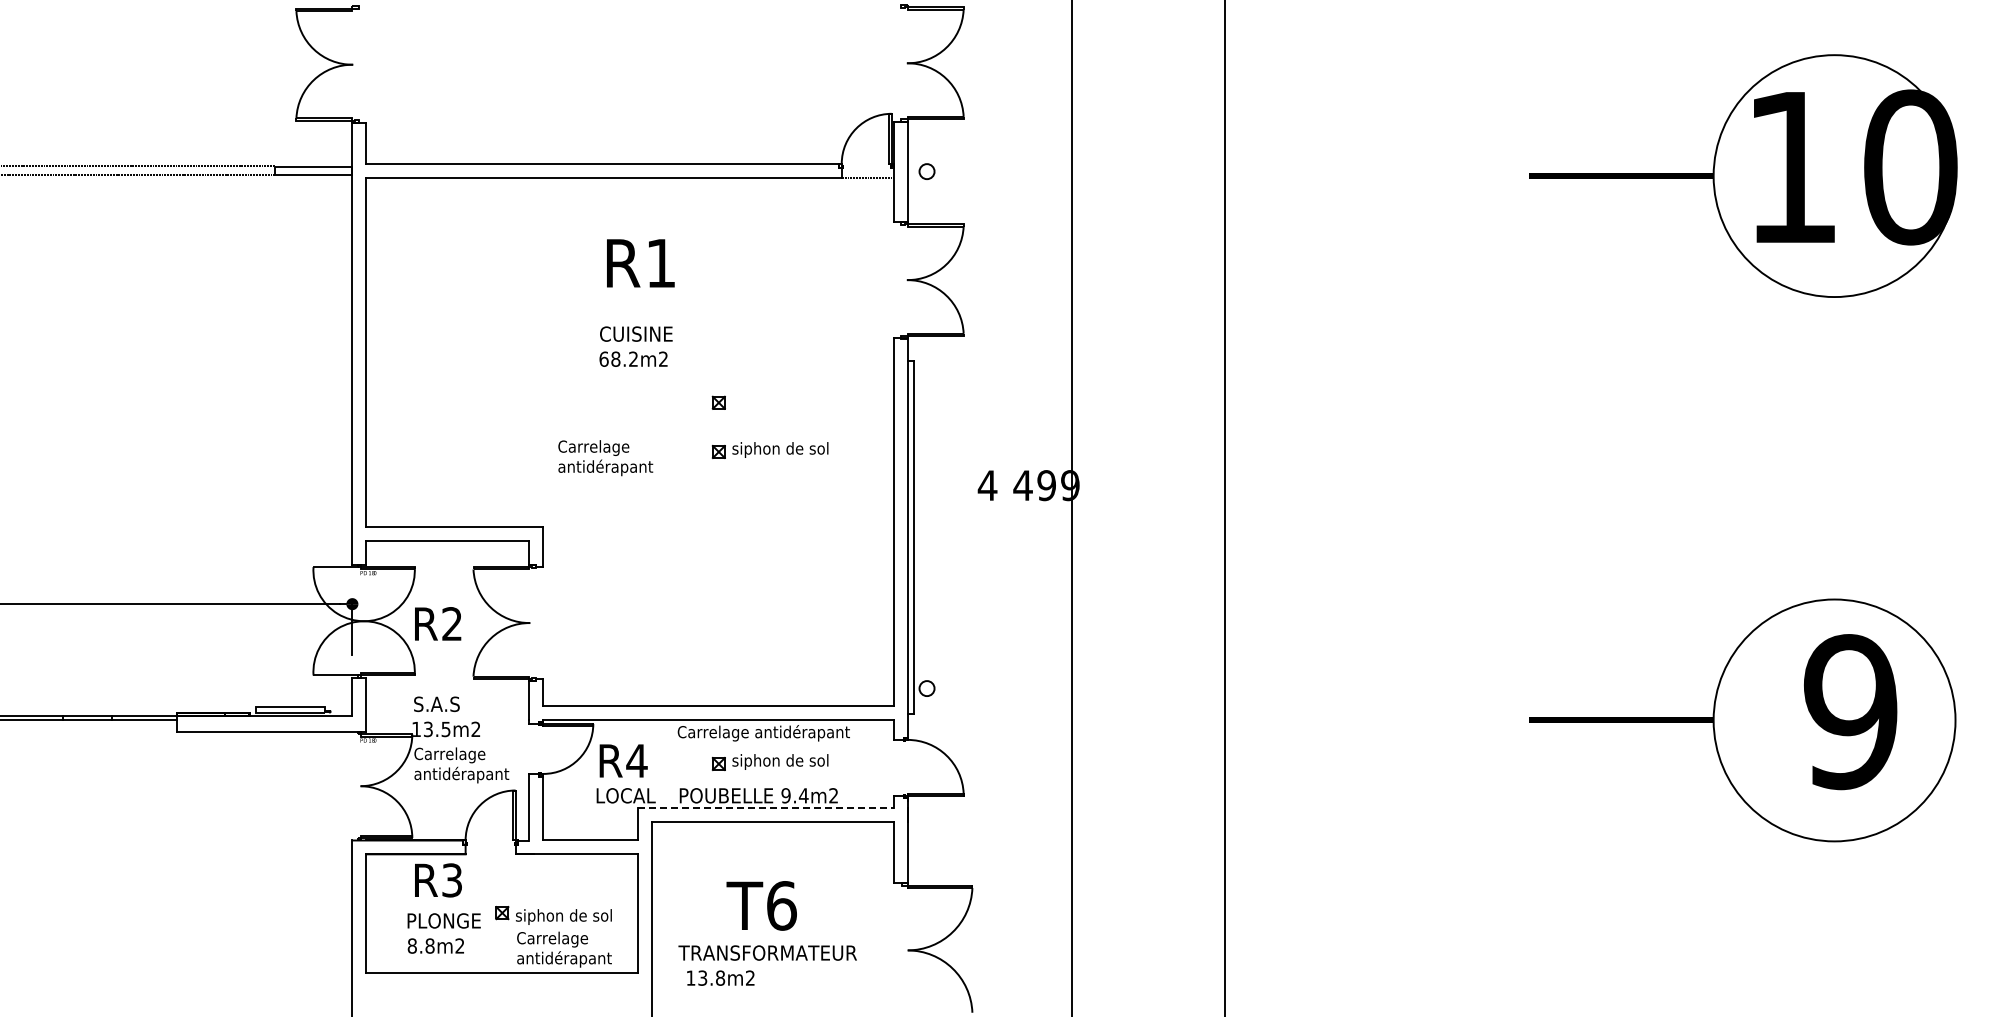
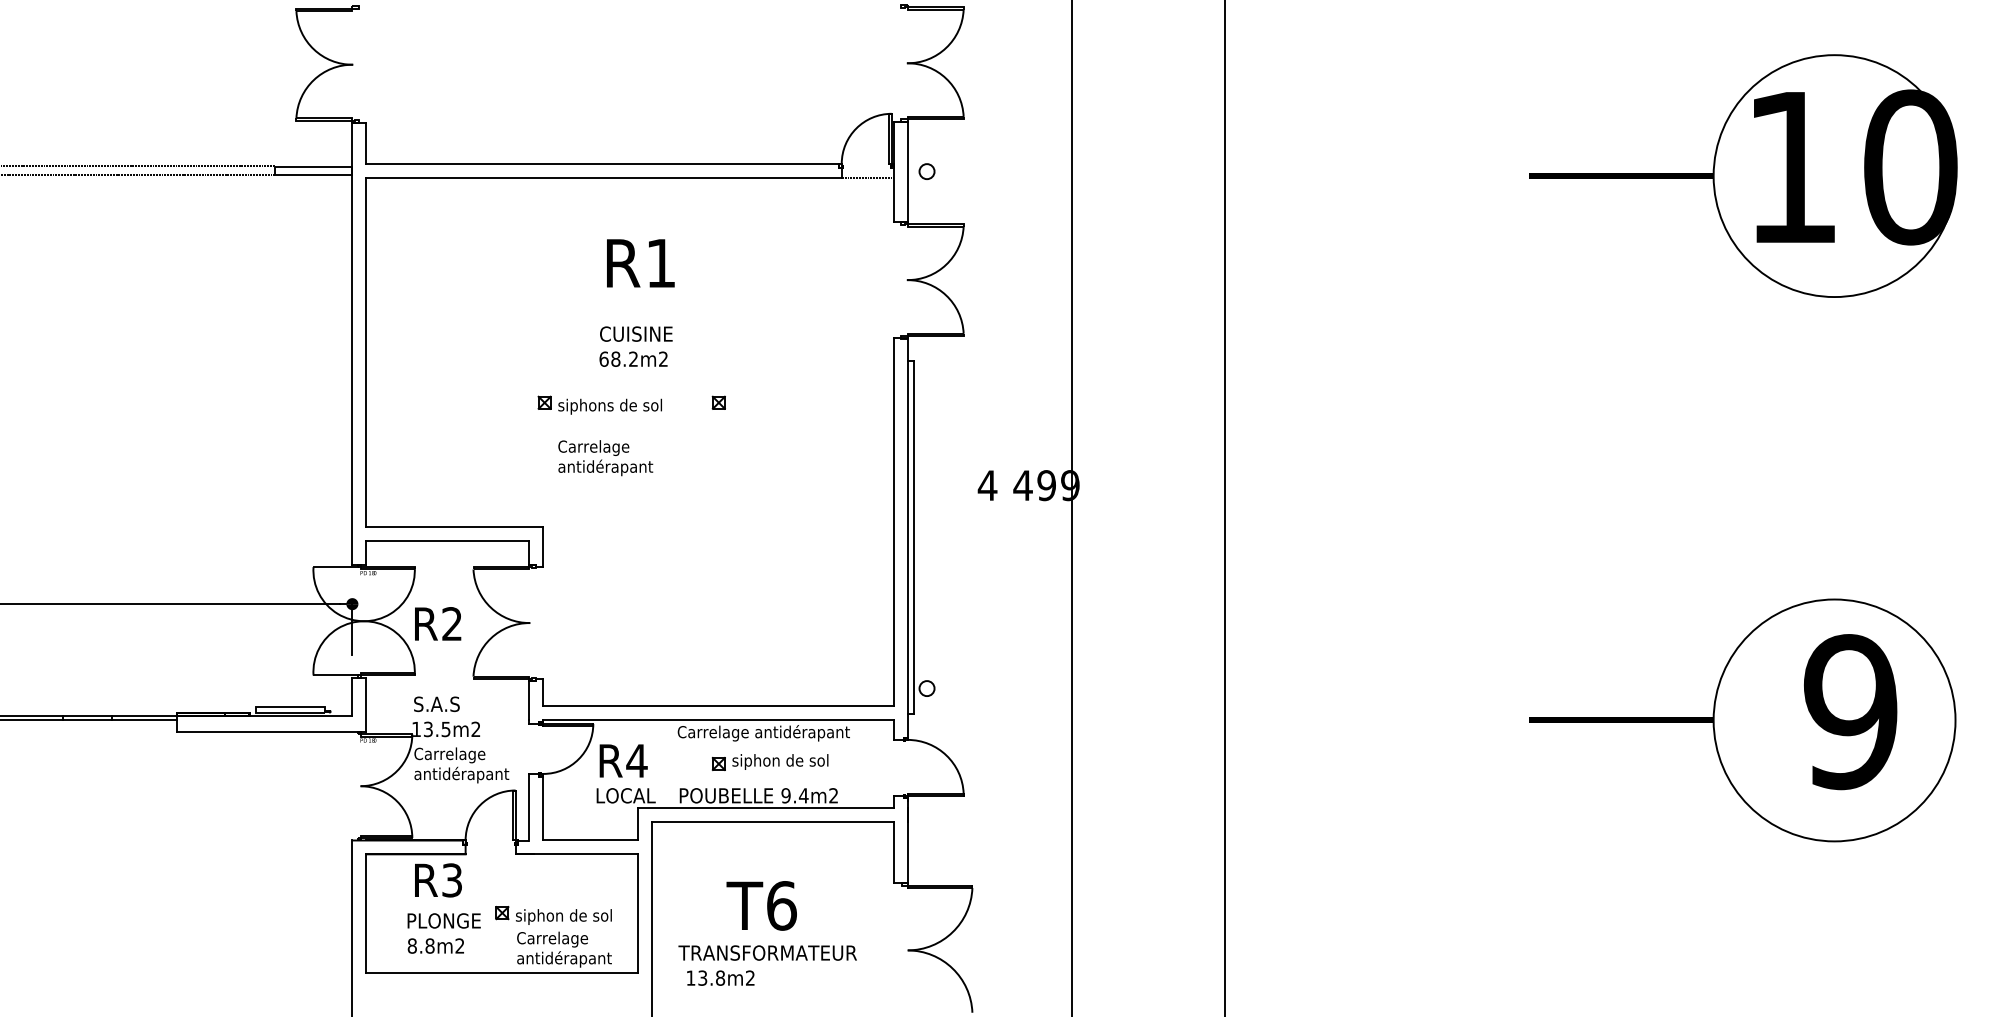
part at (599, 404): none -> present
part at (769, 450): present -> none
line at (766, 807): dashed -> solid
